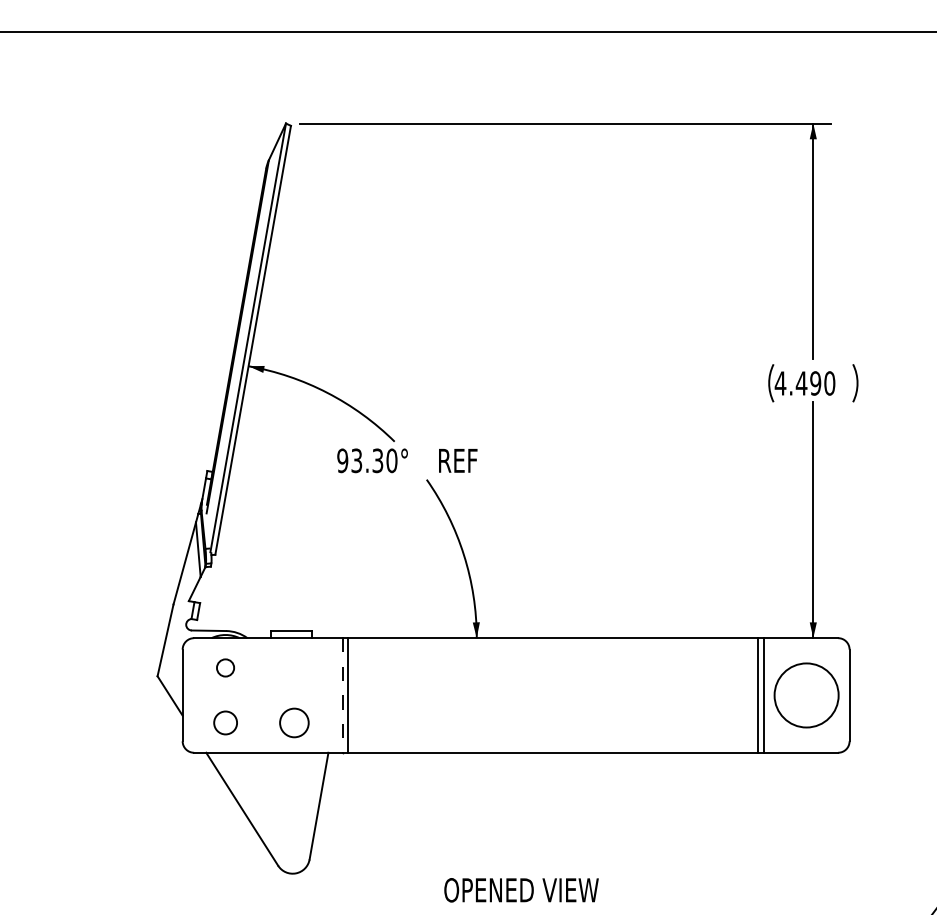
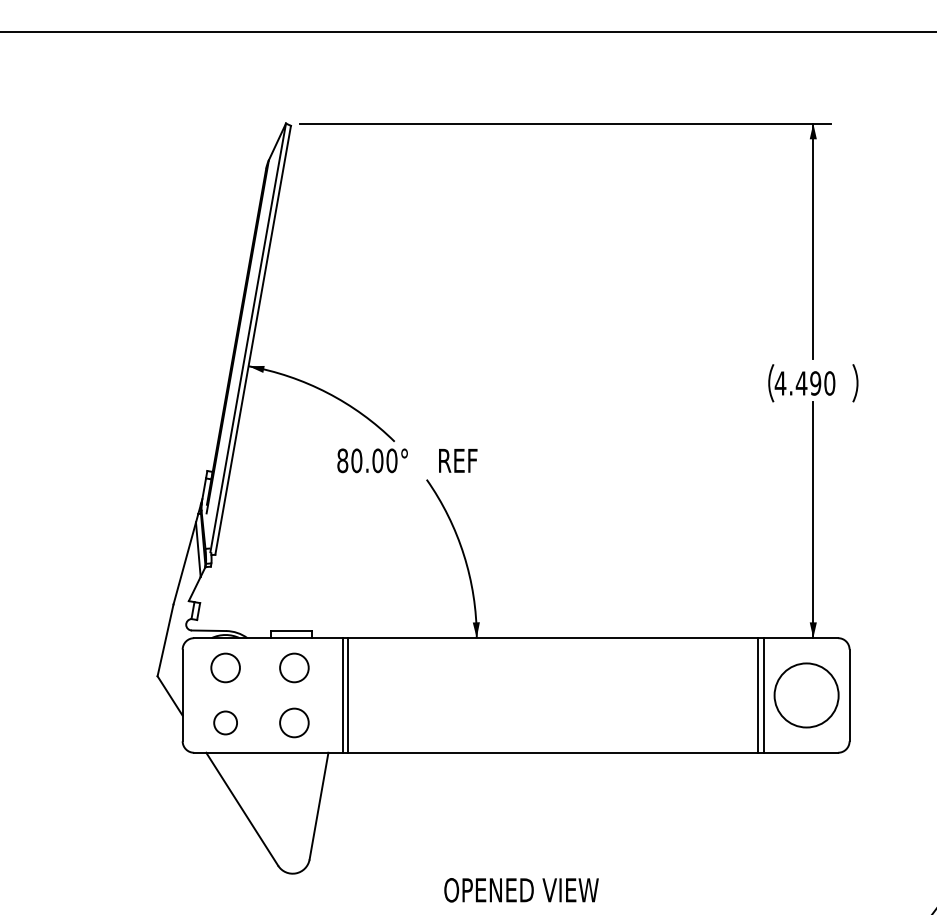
text at (360, 460): 93.30° -> 80.00°
circle at (225, 667) size: 19x20 px -> 31x32 px
circle at (294, 667): none -> present
line at (342, 695): dashed -> solid
